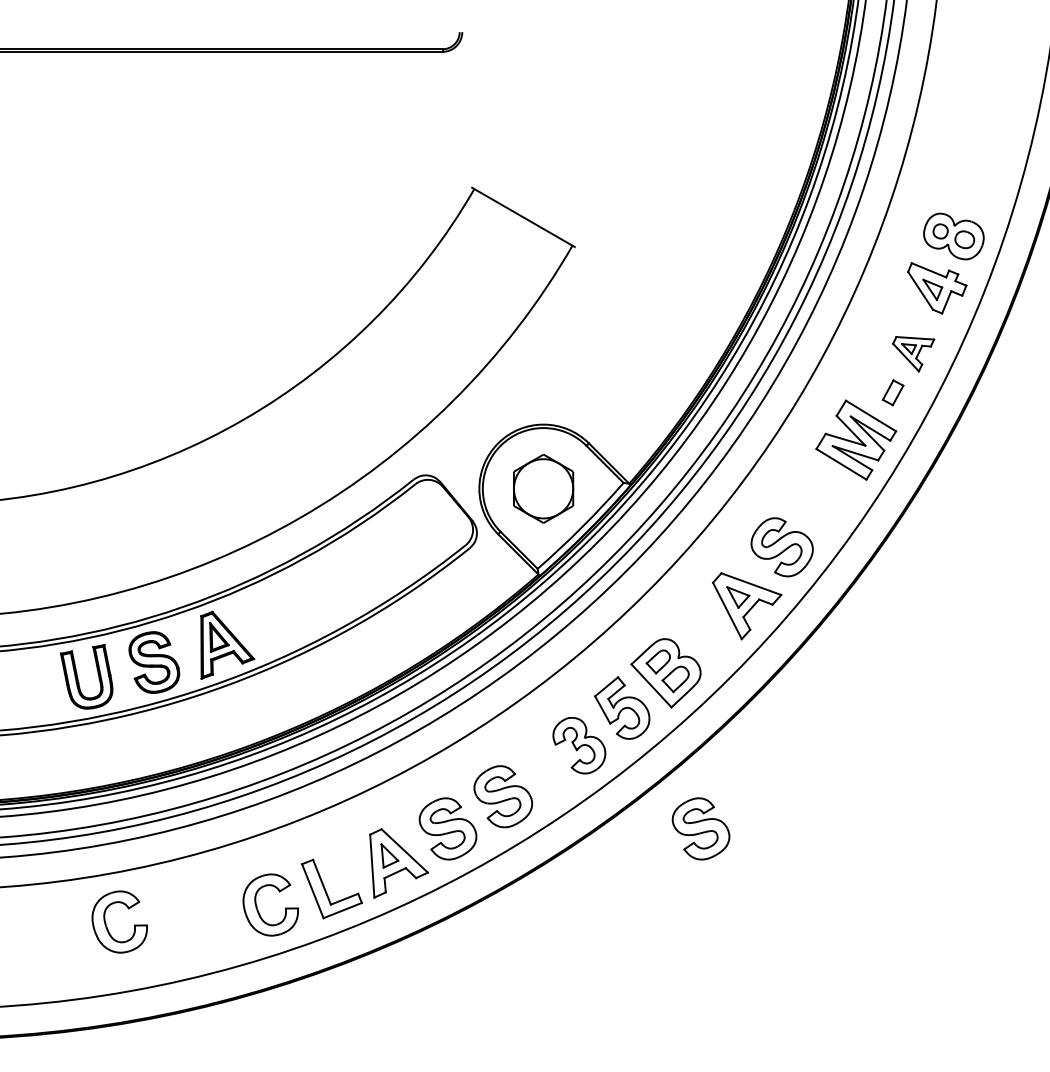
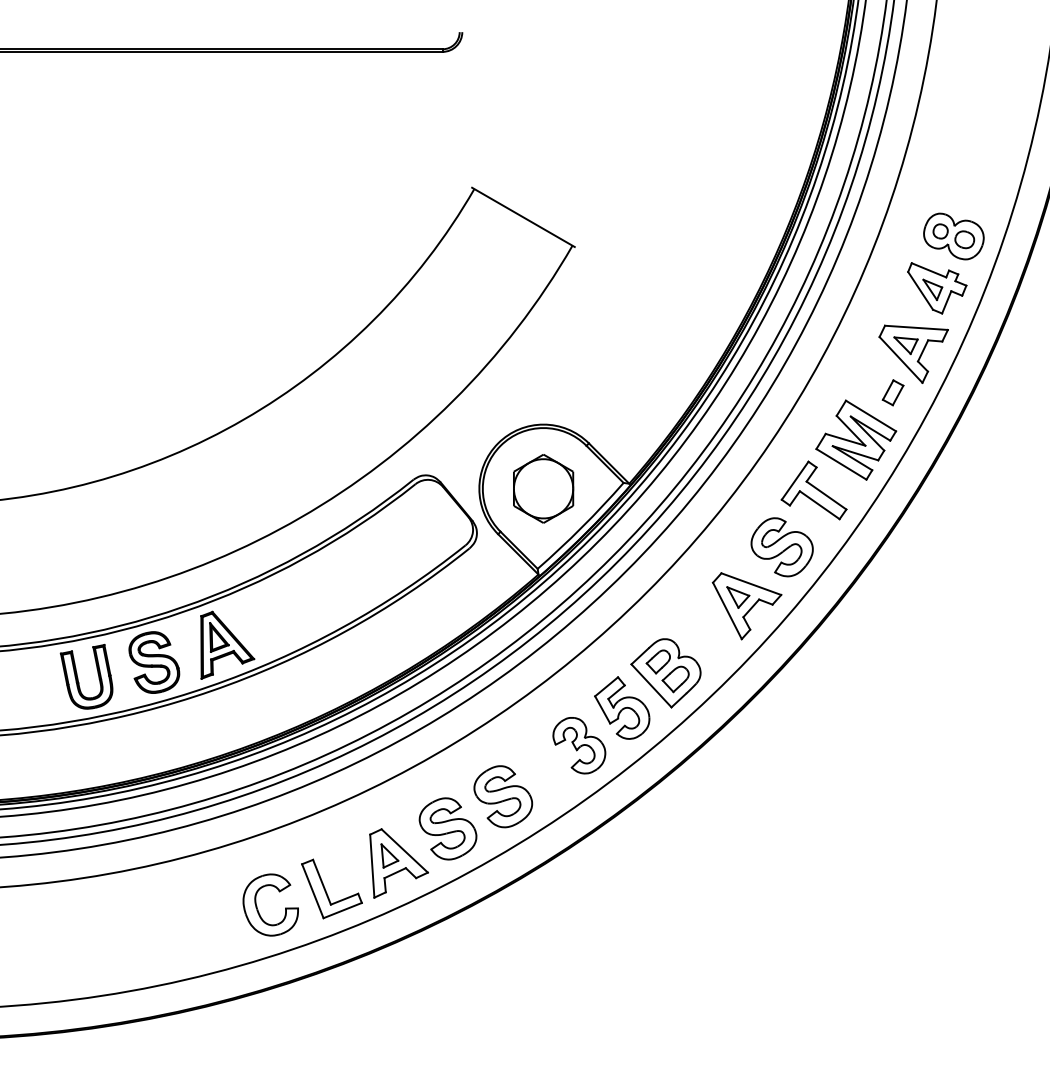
part at (913, 354) size: 44x37 px -> 71x60 px
part at (813, 490): none -> present
part at (700, 828): present -> none
part at (107, 926): present -> none
